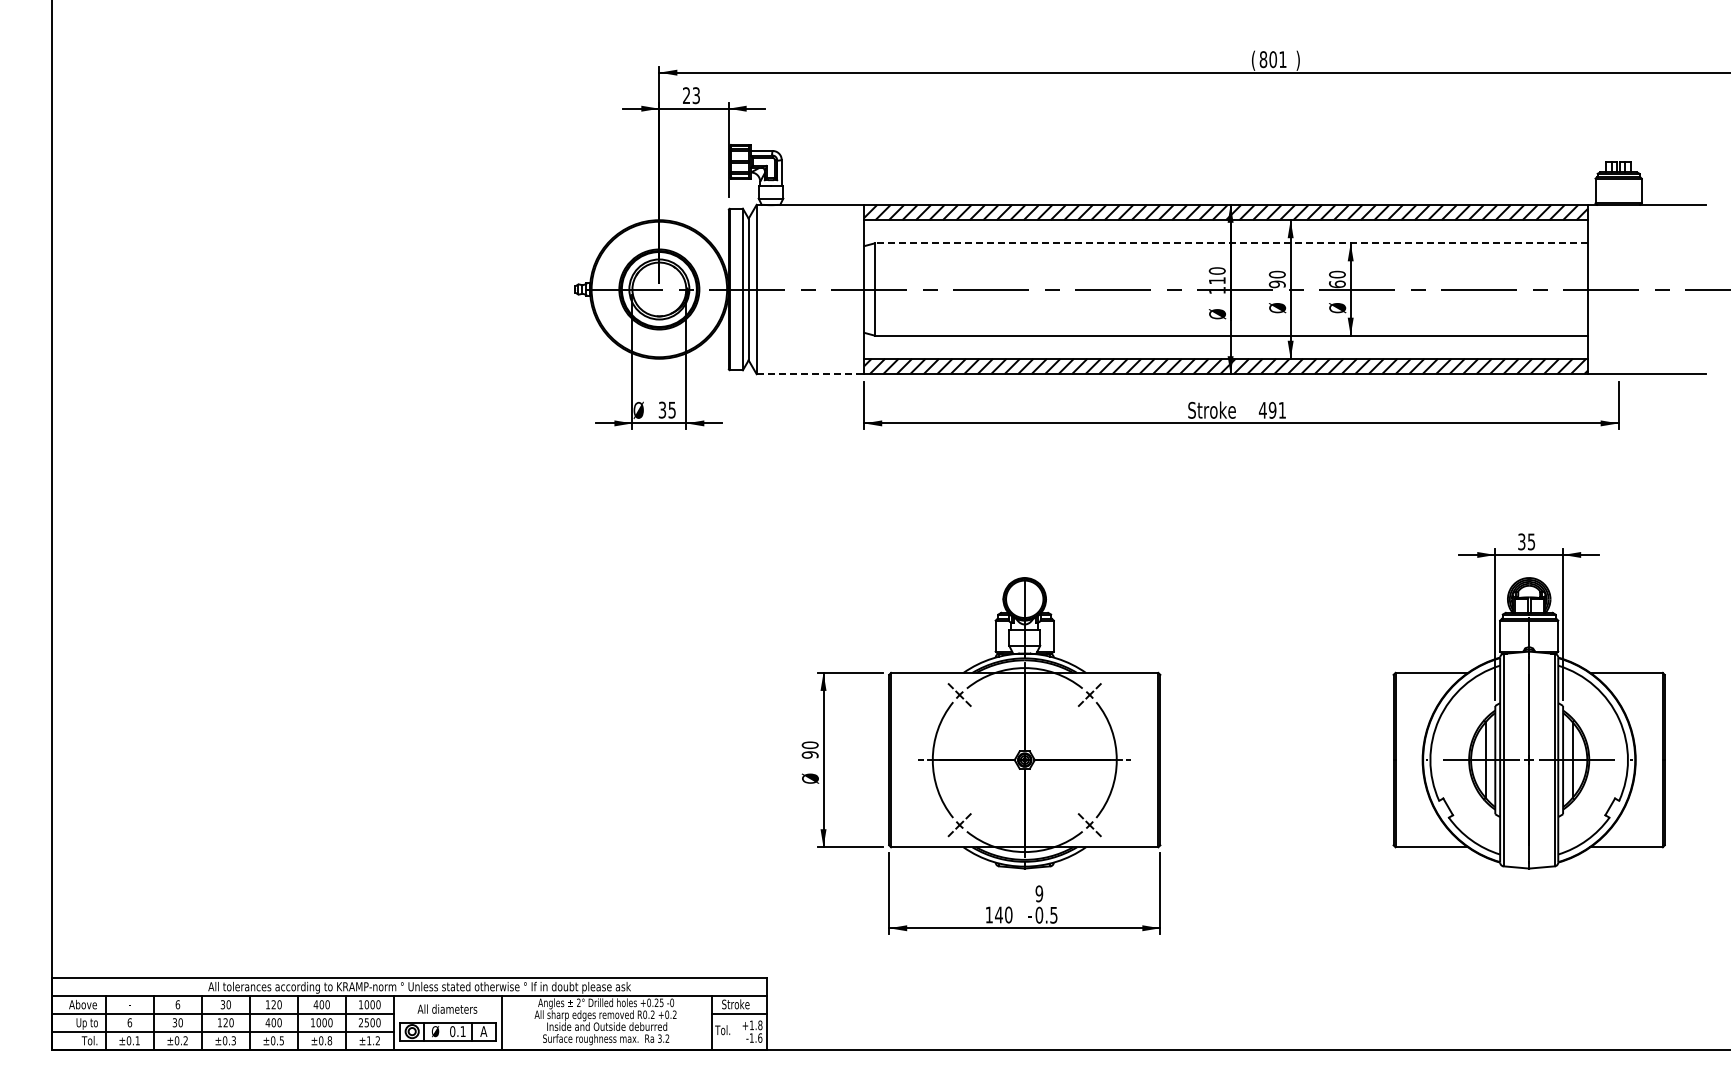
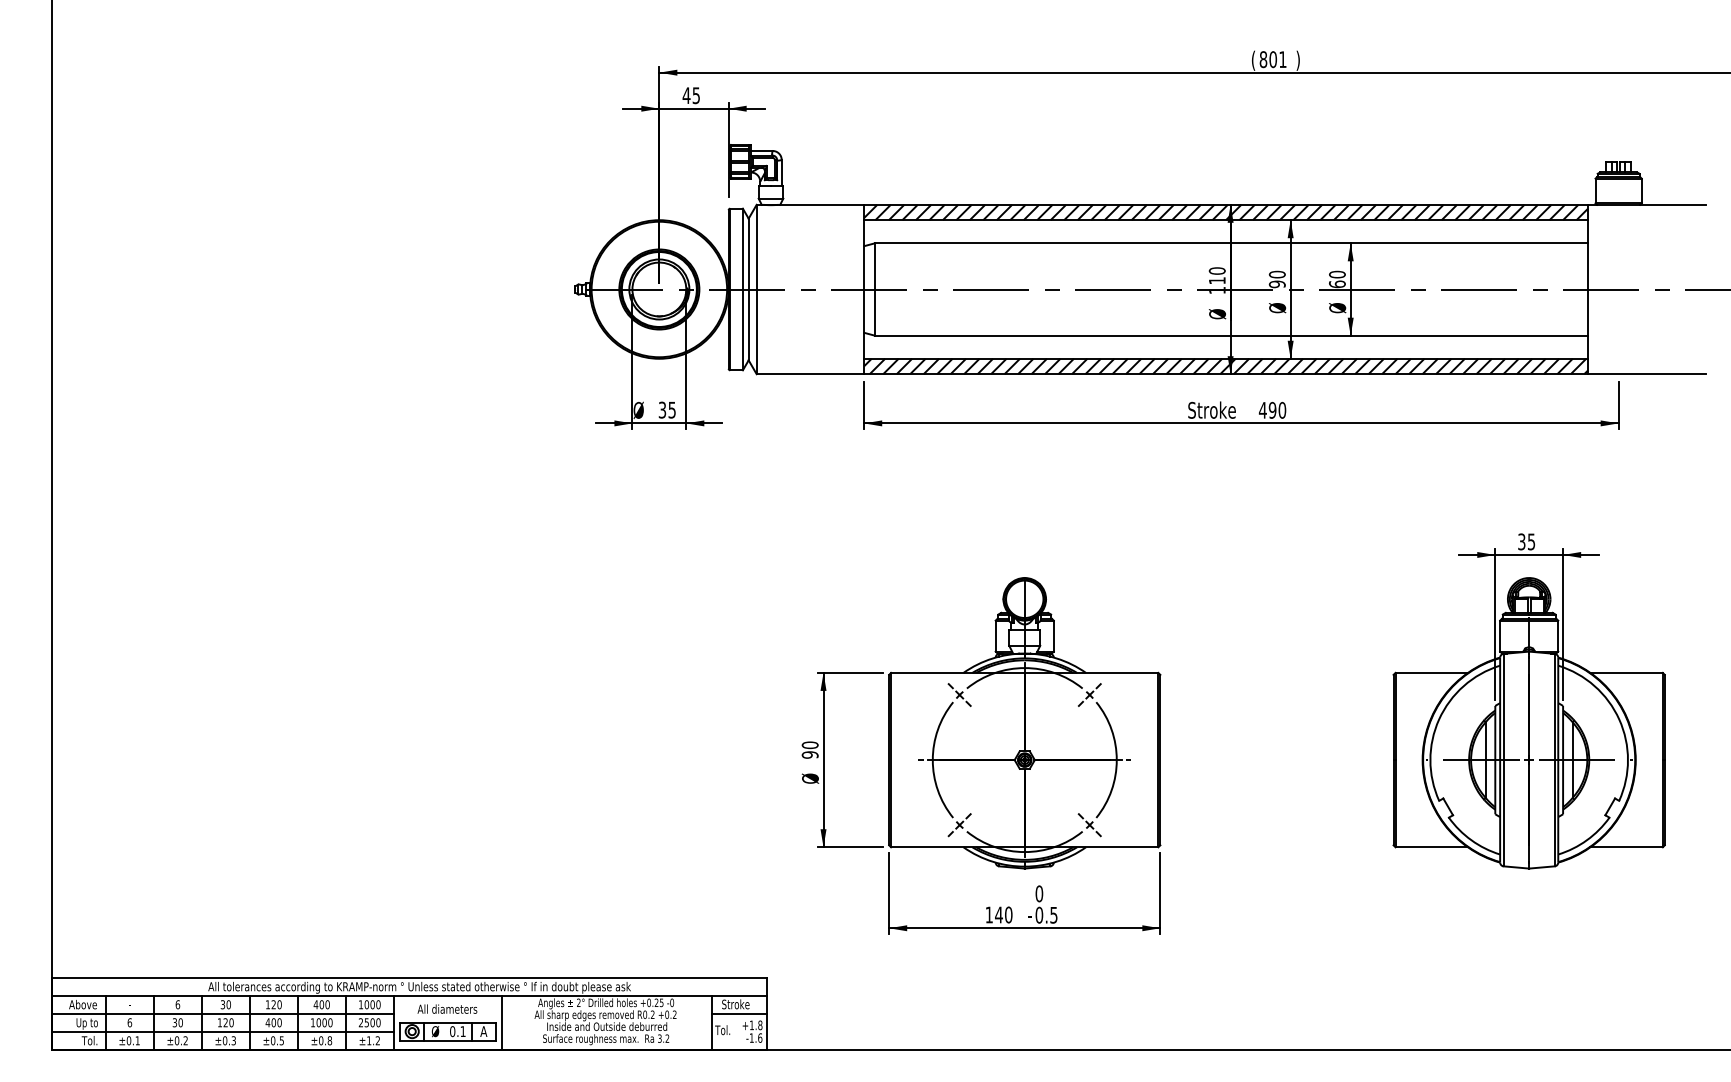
text at (690, 95): 23 -> 45
line at (1230, 243): dashed -> solid
line at (810, 374): dashed -> solid
text at (1282, 409): 491 -> 490
text at (1038, 893): 9 -> 0
